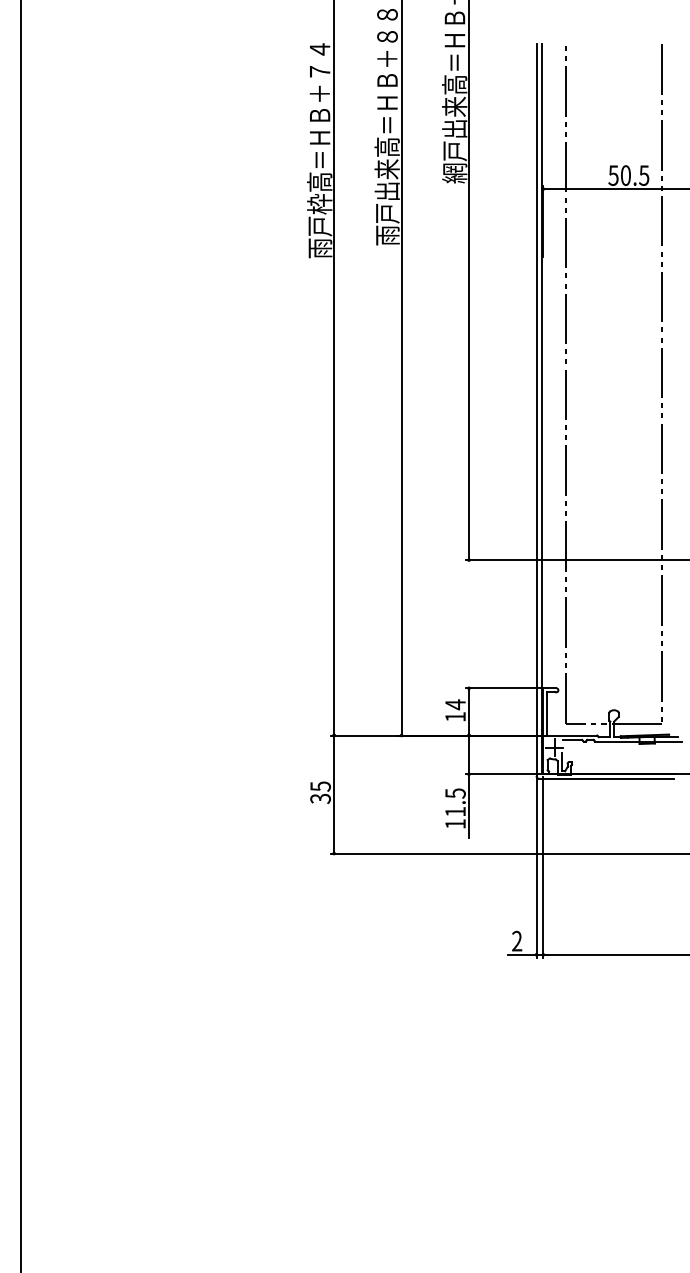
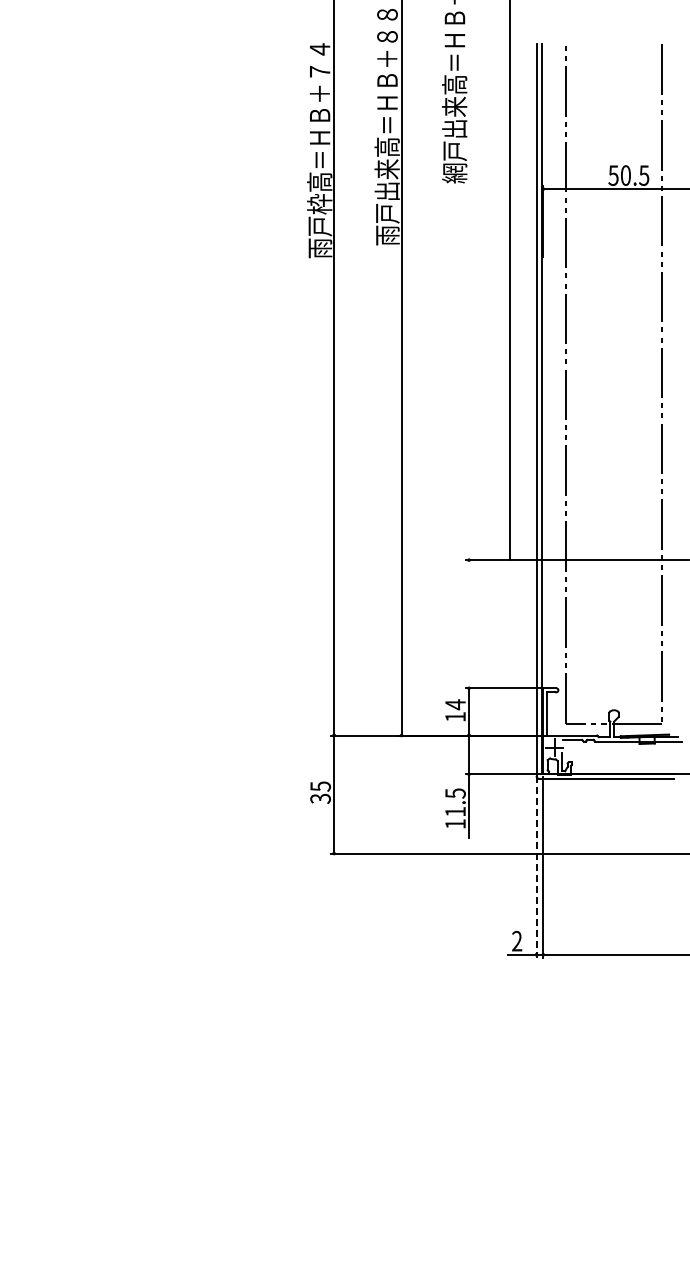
line at (469, 281) position: (469, 281) -> (510, 281)
line at (20, 635): present -> none
line at (536, 867): solid -> dashed
